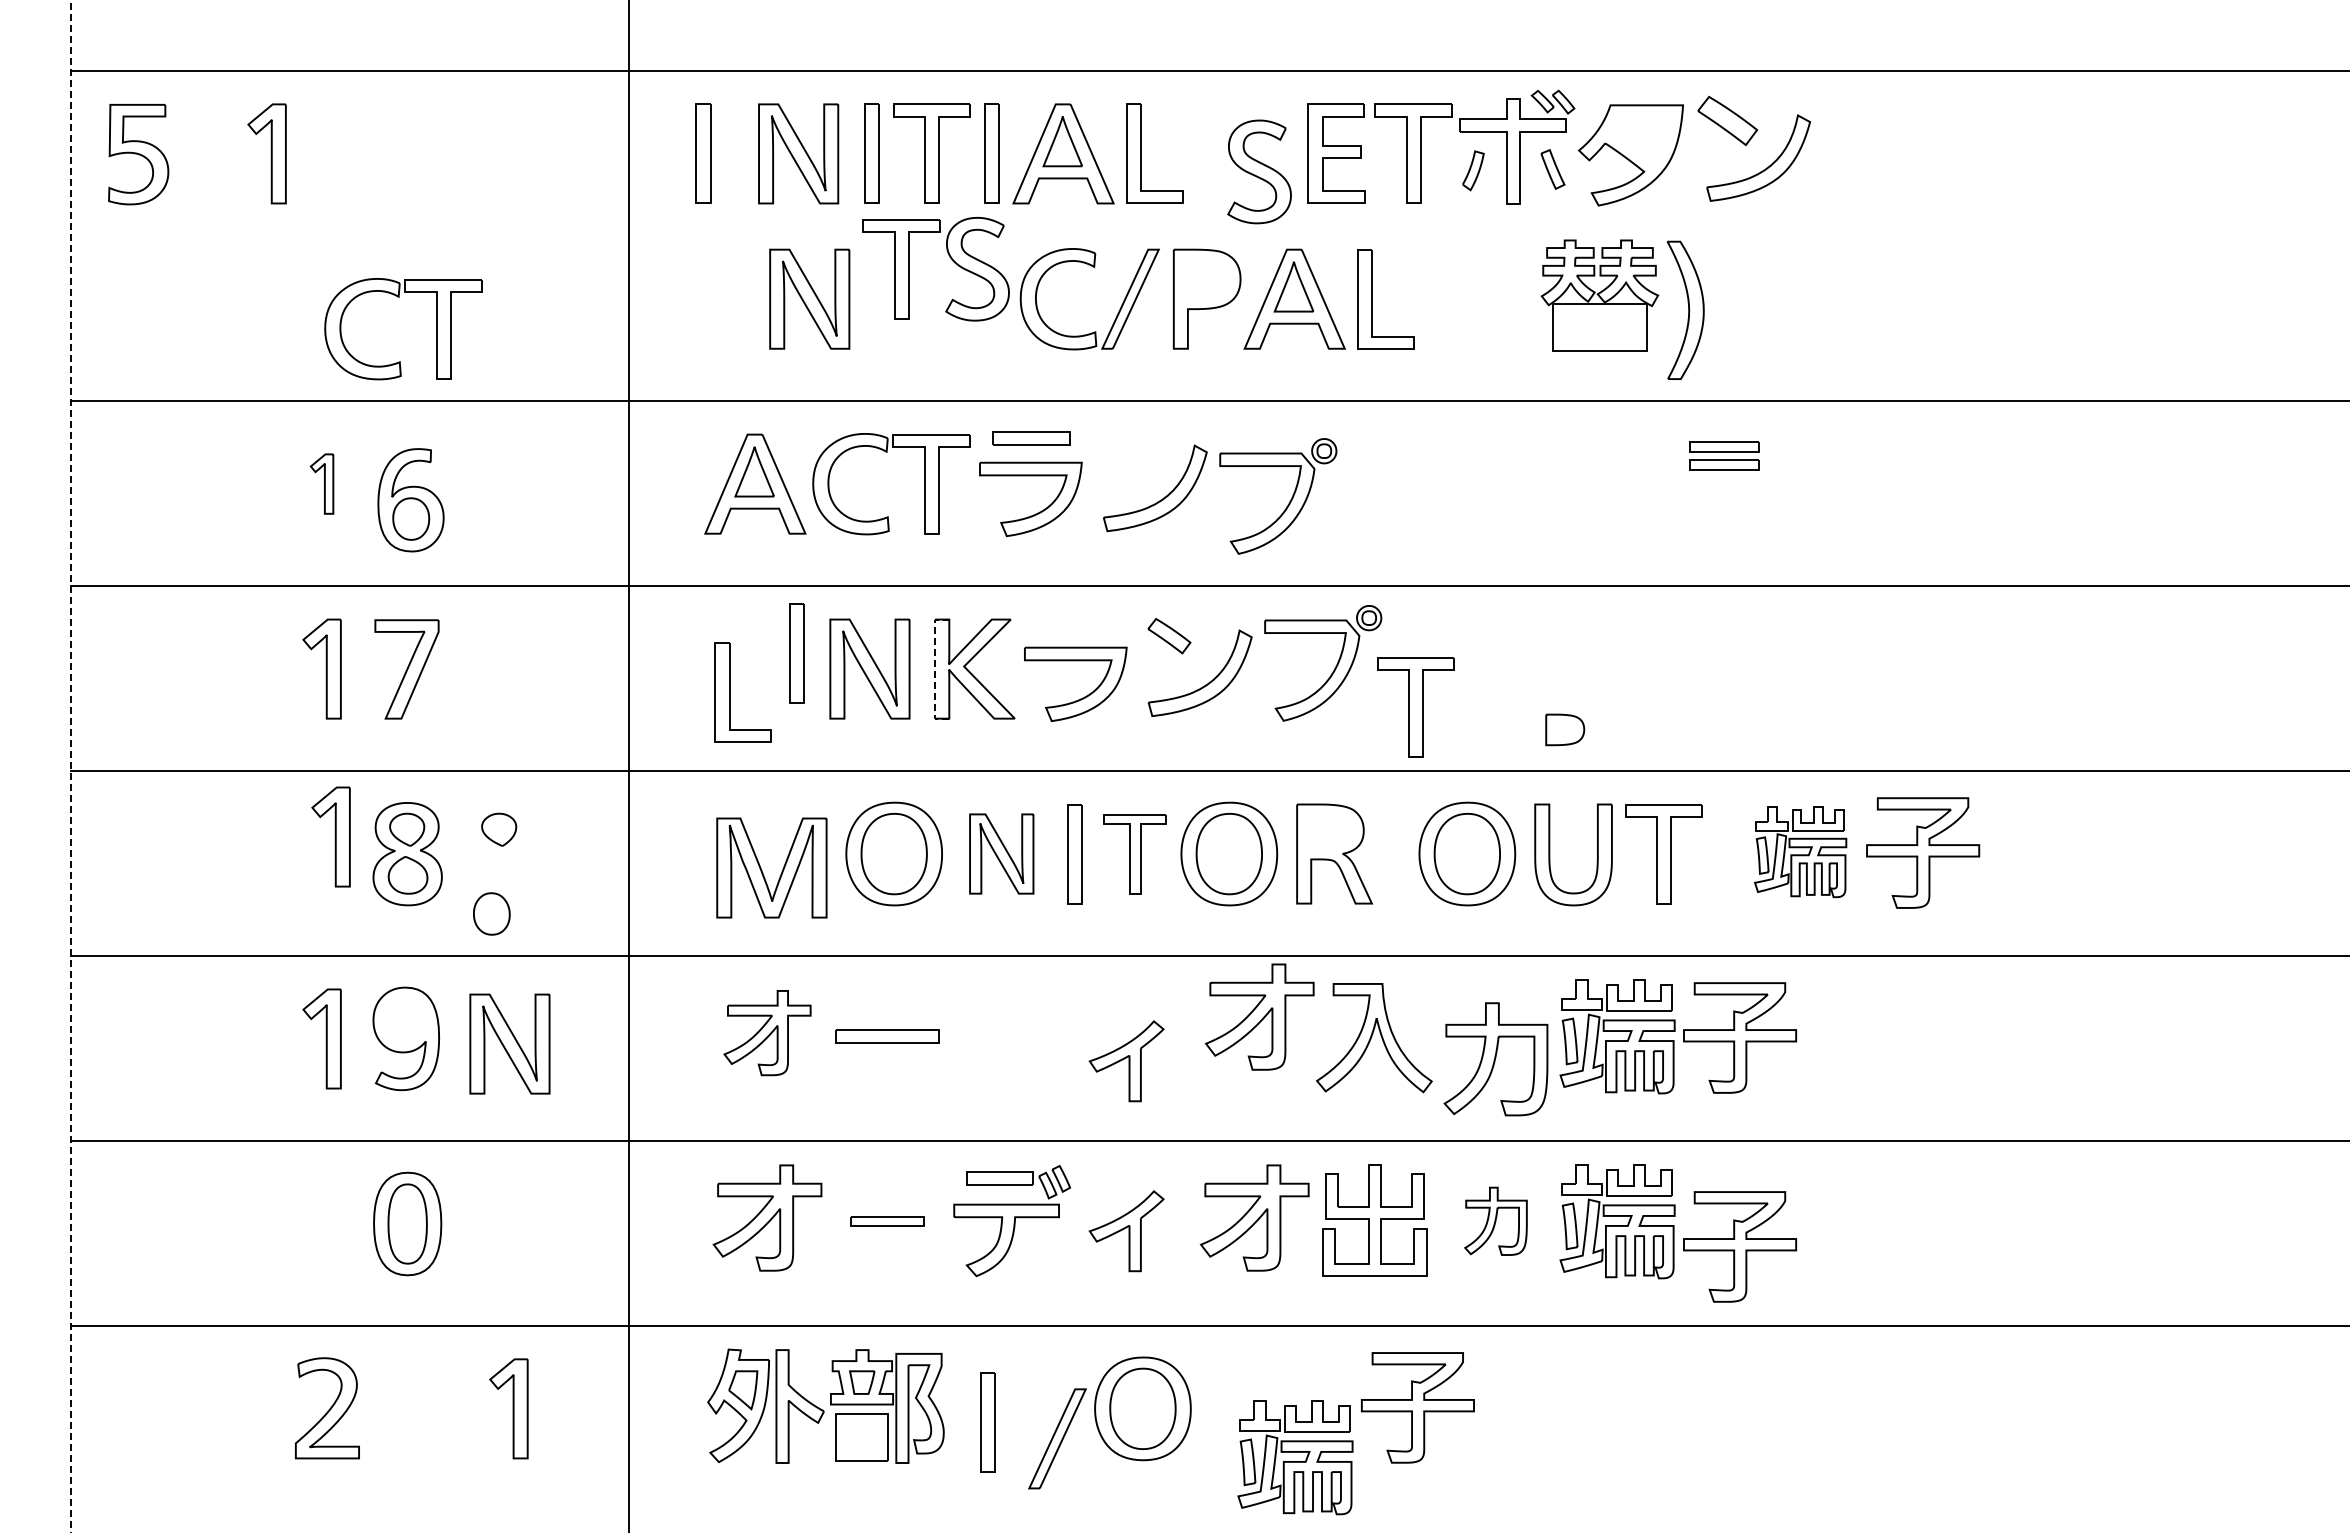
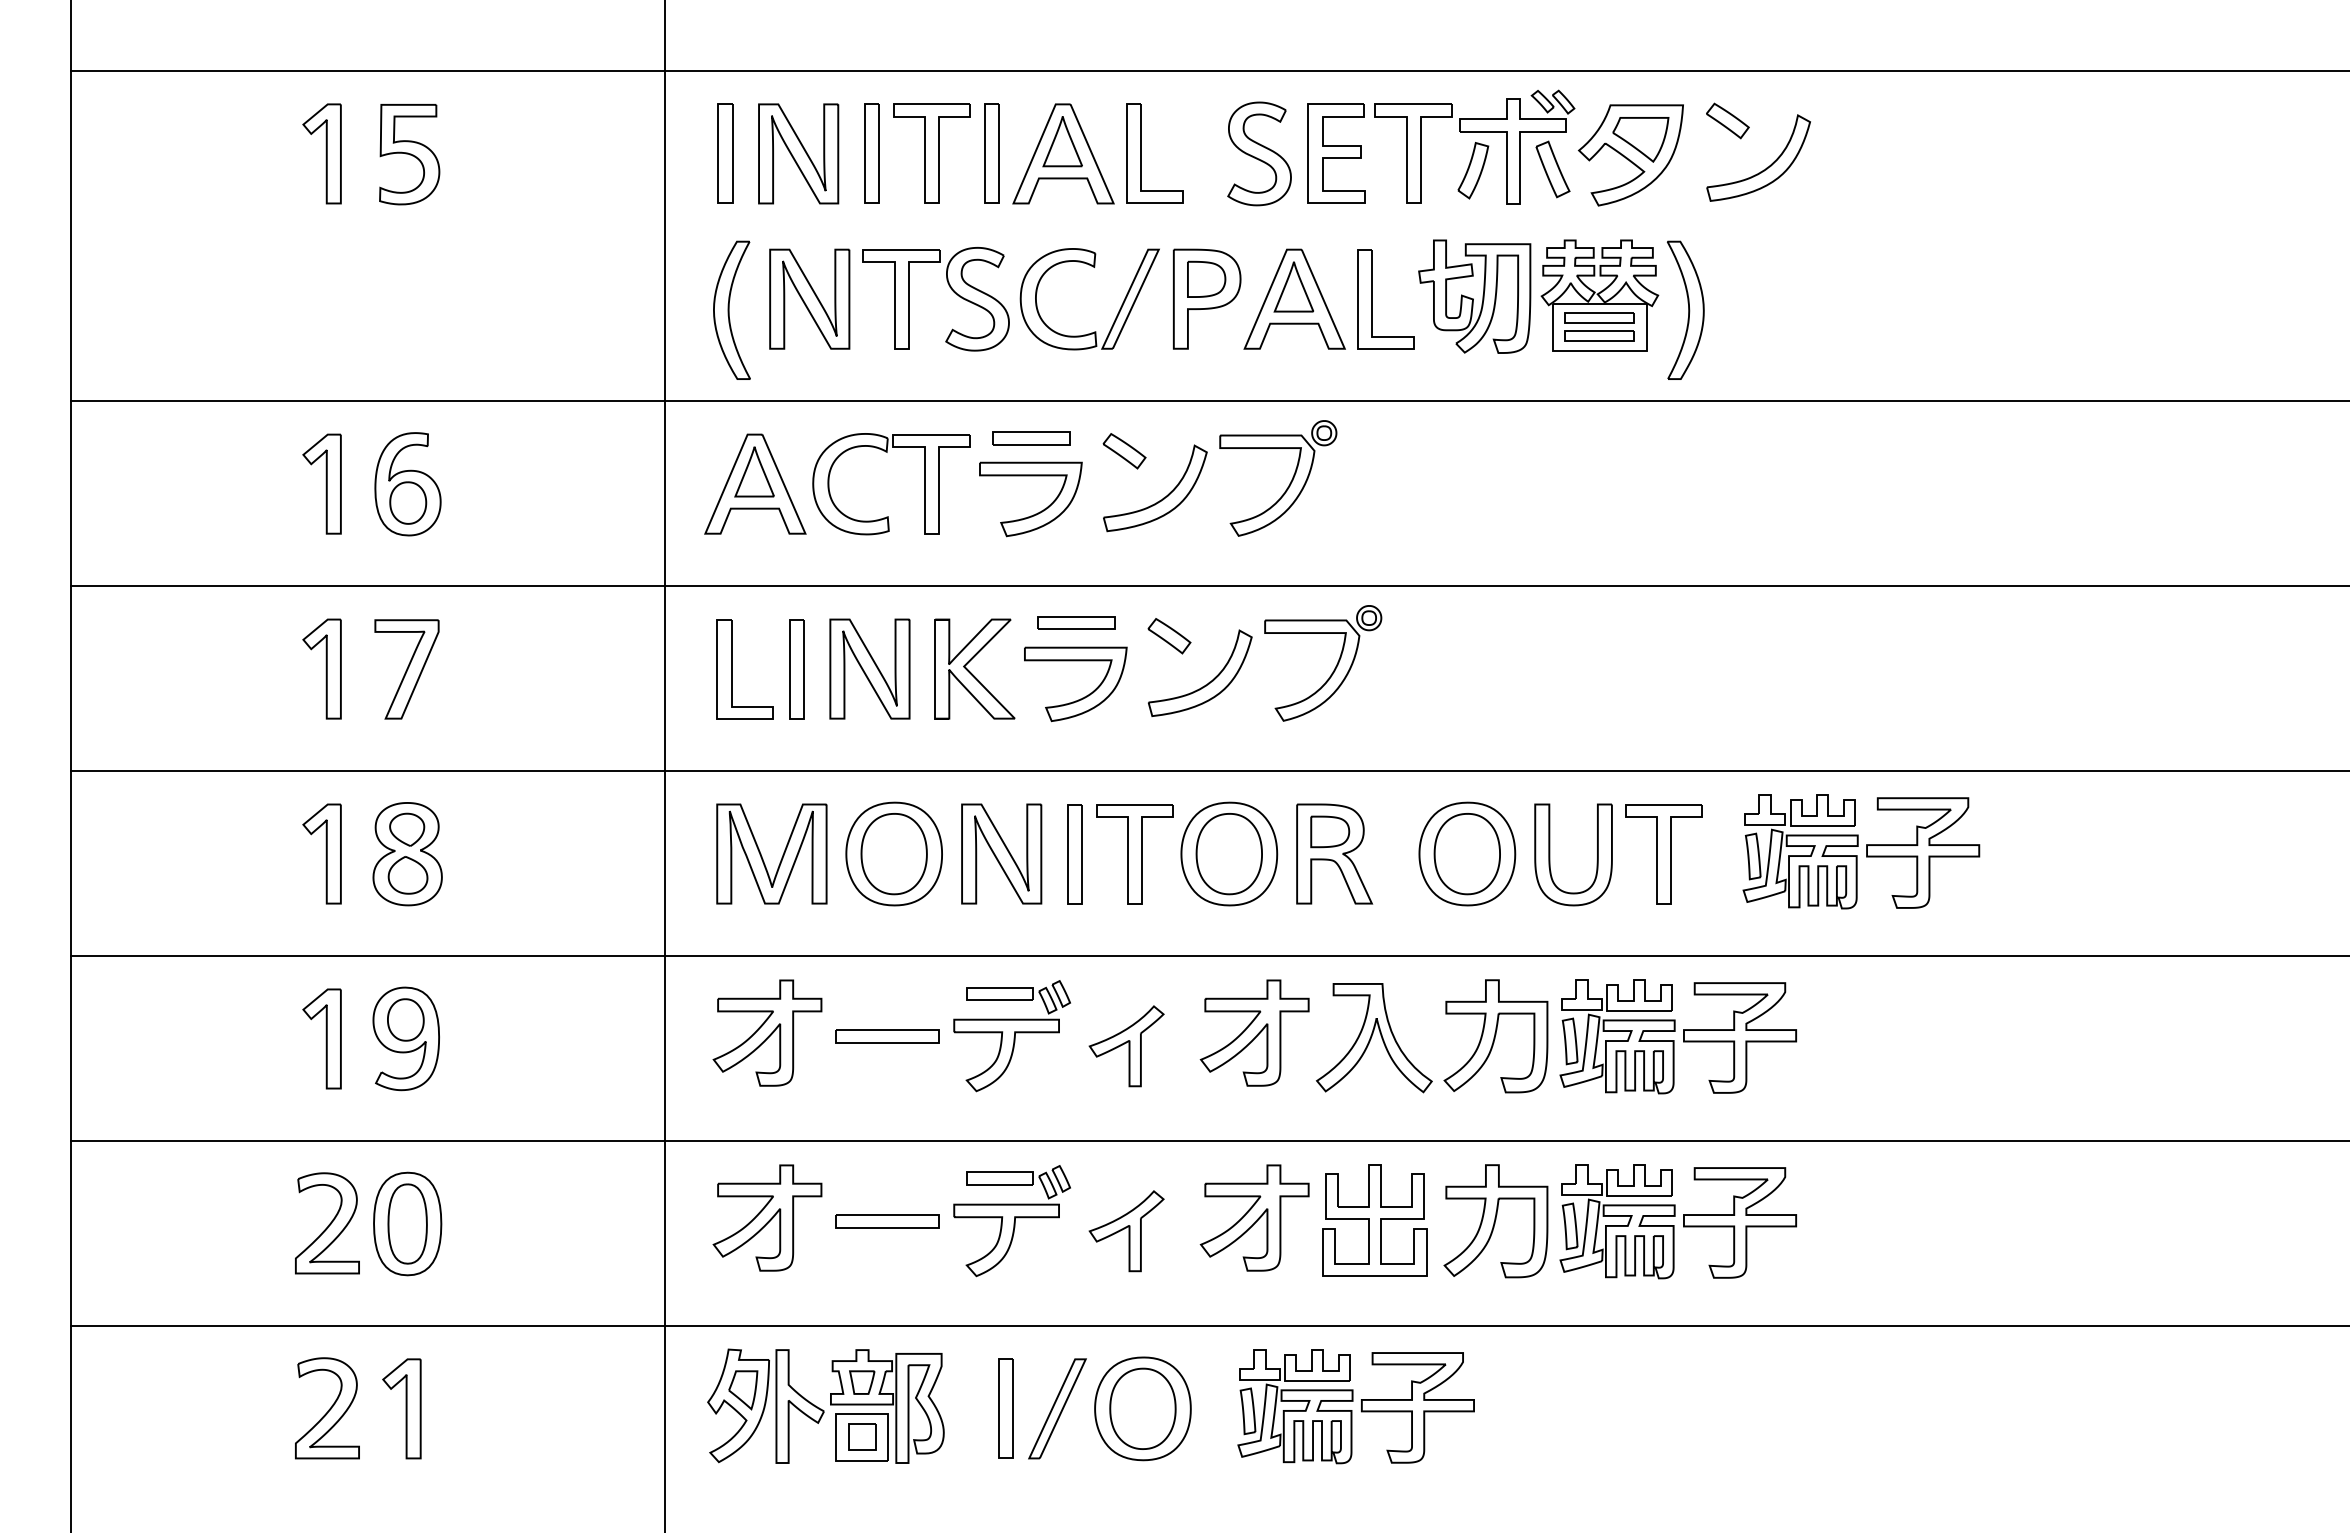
part at (1727, 121) size: 62x51 px -> 44x38 px
part at (1640, 139): none -> present
part at (266, 153) position: (266, 153) -> (321, 153)
part at (703, 153) position: (703, 153) -> (725, 153)
part at (138, 154) position: (138, 154) -> (409, 154)
part at (1552, 169) size: 26x41 px -> 36x59 px
part at (1473, 170) size: 23x42 px -> 33x58 px
part at (1259, 171) position: (1259, 171) -> (1259, 153)
part at (949, 257) position: (949, 257) -> (949, 287)
part at (1206, 278): none -> present
part at (1474, 296): none -> present
part at (731, 309): none -> present
part at (400, 361): present -> none
part at (1124, 451): none -> present
part at (1724, 455) position: (1724, 455) -> (1599, 326)
part at (321, 483) size: 26x62 px -> 40x102 px
part at (410, 500) position: (410, 500) -> (407, 484)
part at (1289, 501) position: (1289, 501) -> (1289, 483)
part at (1076, 622): none -> present
part at (796, 653) position: (796, 653) -> (796, 669)
line at (935, 669): dashed -> solid
part at (730, 692) position: (730, 692) -> (732, 669)
part at (1415, 707): present -> none
part at (1565, 729) position: (1565, 729) -> (1330, 831)
line at (629, 765) position: (629, 765) -> (665, 765)
line at (70, 766): dashed -> solid
part at (499, 829): present -> none
part at (330, 836) position: (330, 836) -> (321, 853)
part at (1800, 852) size: 94x93 px -> 117x116 px
part at (1001, 853) size: 66x82 px -> 82x102 px
part at (1134, 854) size: 64x81 px -> 78x101 px
part at (762, 870) position: (762, 870) -> (762, 856)
part at (491, 913) position: (491, 913) -> (405, 1019)
part at (1259, 1016) position: (1259, 1016) -> (1254, 1032)
part at (767, 1033) size: 89x87 px -> 111x108 px
part at (1011, 1036): none -> present
part at (509, 1043): present -> none
part at (1495, 1059) position: (1495, 1059) -> (1495, 1036)
part at (1126, 1061) position: (1126, 1061) -> (1126, 1046)
part at (1495, 1220) size: 64x70 px -> 106x115 px
part at (887, 1221) size: 75x11 px -> 105x15 px
part at (327, 1223): none -> present
part at (1739, 1246) position: (1739, 1246) -> (1739, 1222)
part at (508, 1408) position: (508, 1408) -> (401, 1408)
part at (987, 1422) position: (987, 1422) -> (1005, 1408)
part at (862, 1436): none -> present
part at (1057, 1438) position: (1057, 1438) -> (1057, 1408)
part at (1295, 1457) position: (1295, 1457) -> (1295, 1406)
